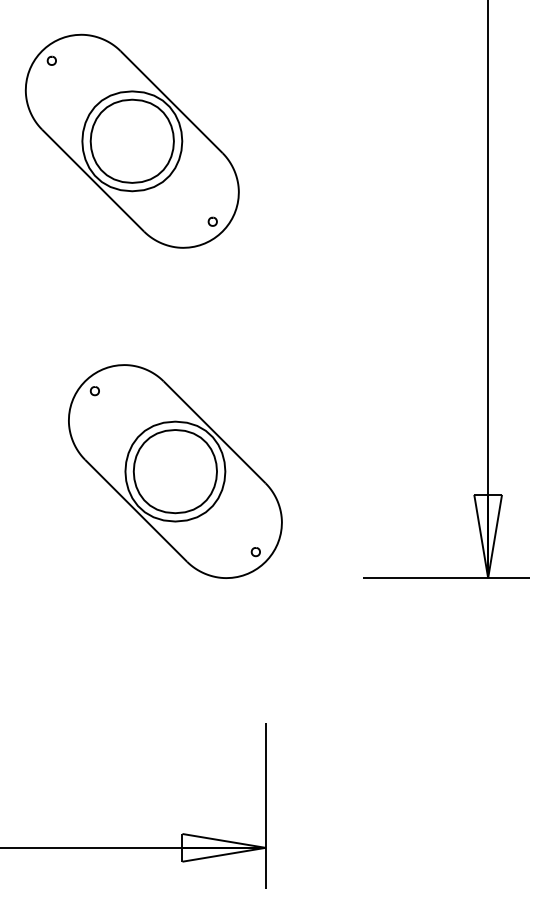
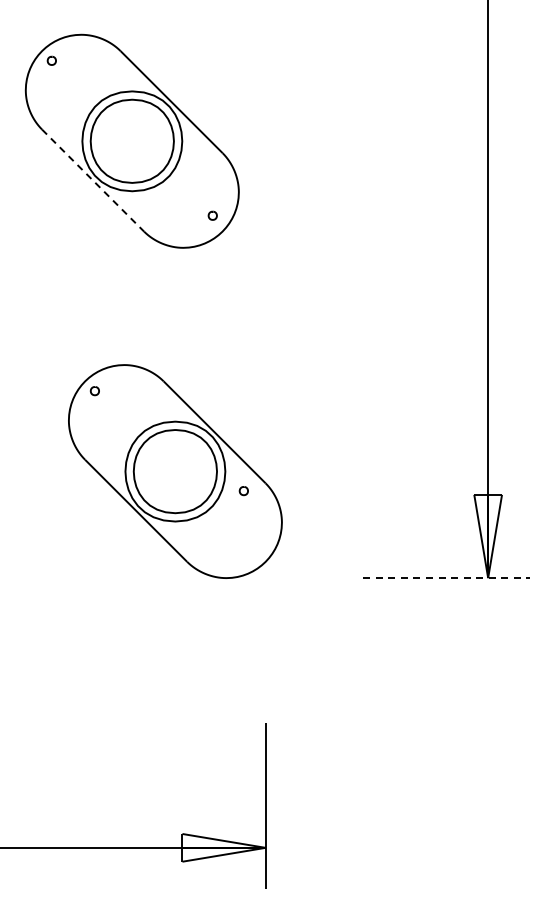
line at (93, 180): solid -> dashed
part at (212, 221) position: (212, 221) -> (212, 215)
part at (255, 552) position: (255, 552) -> (243, 491)
line at (447, 578): solid -> dashed
